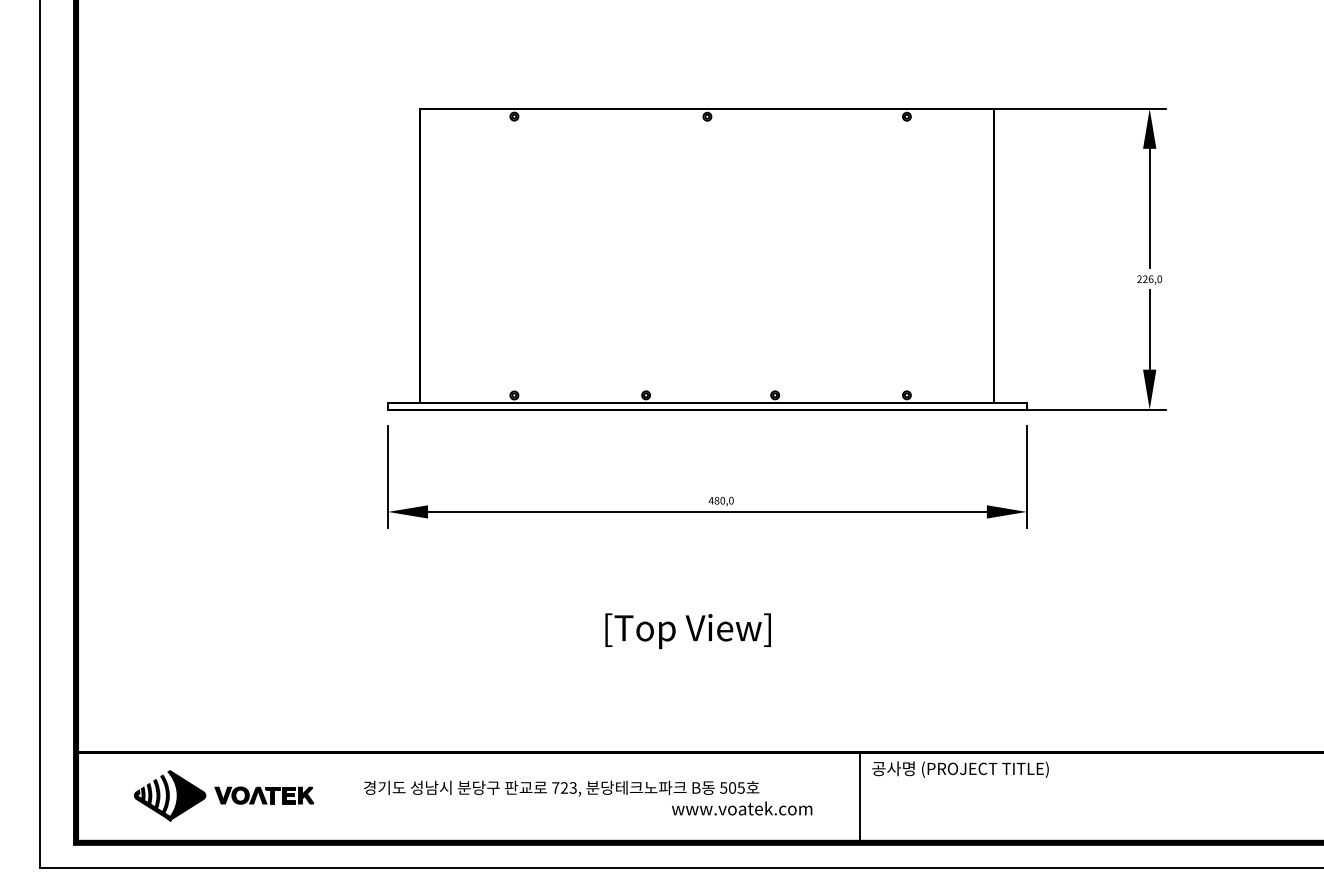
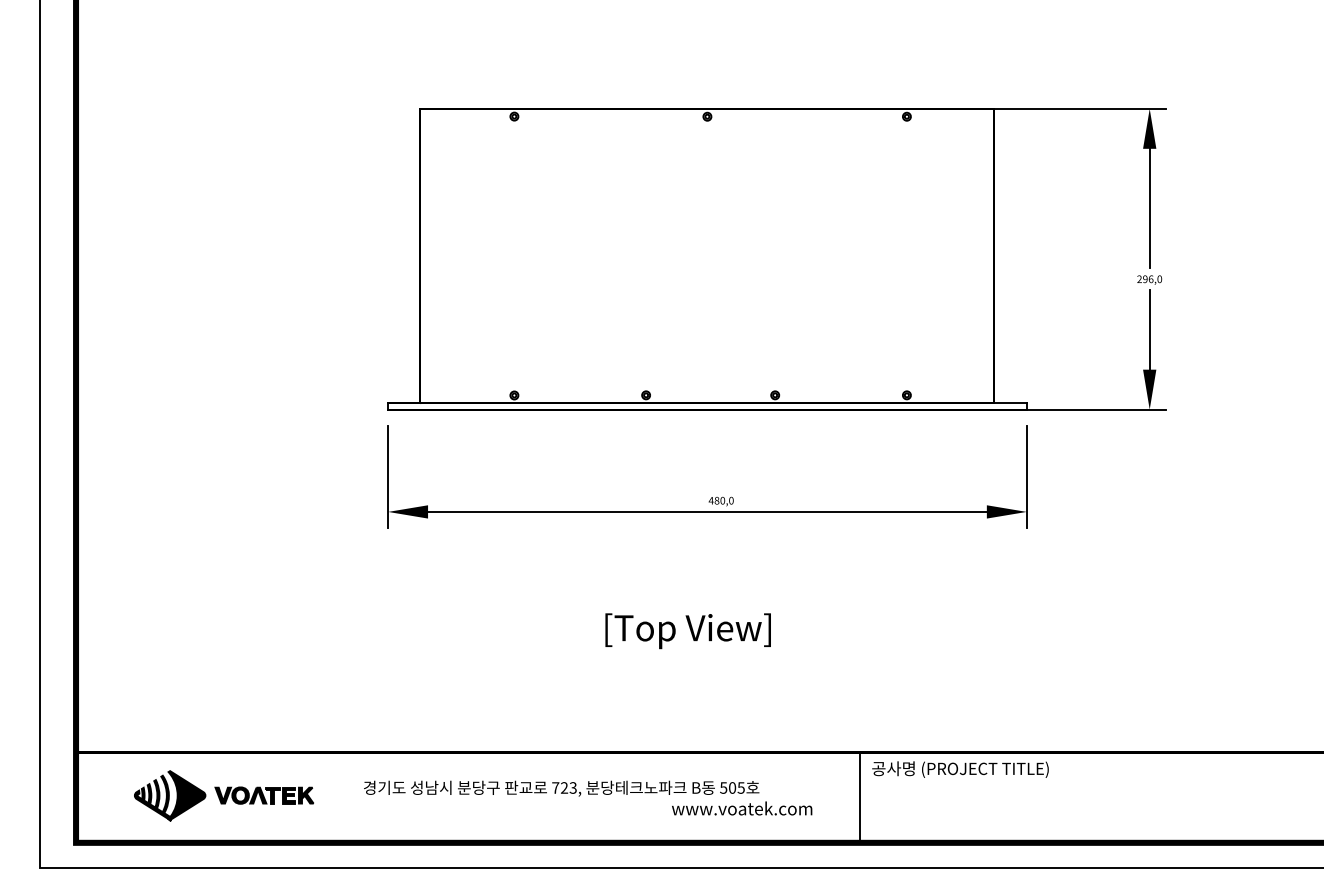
text at (1145, 279): 226,0 -> 296,0
